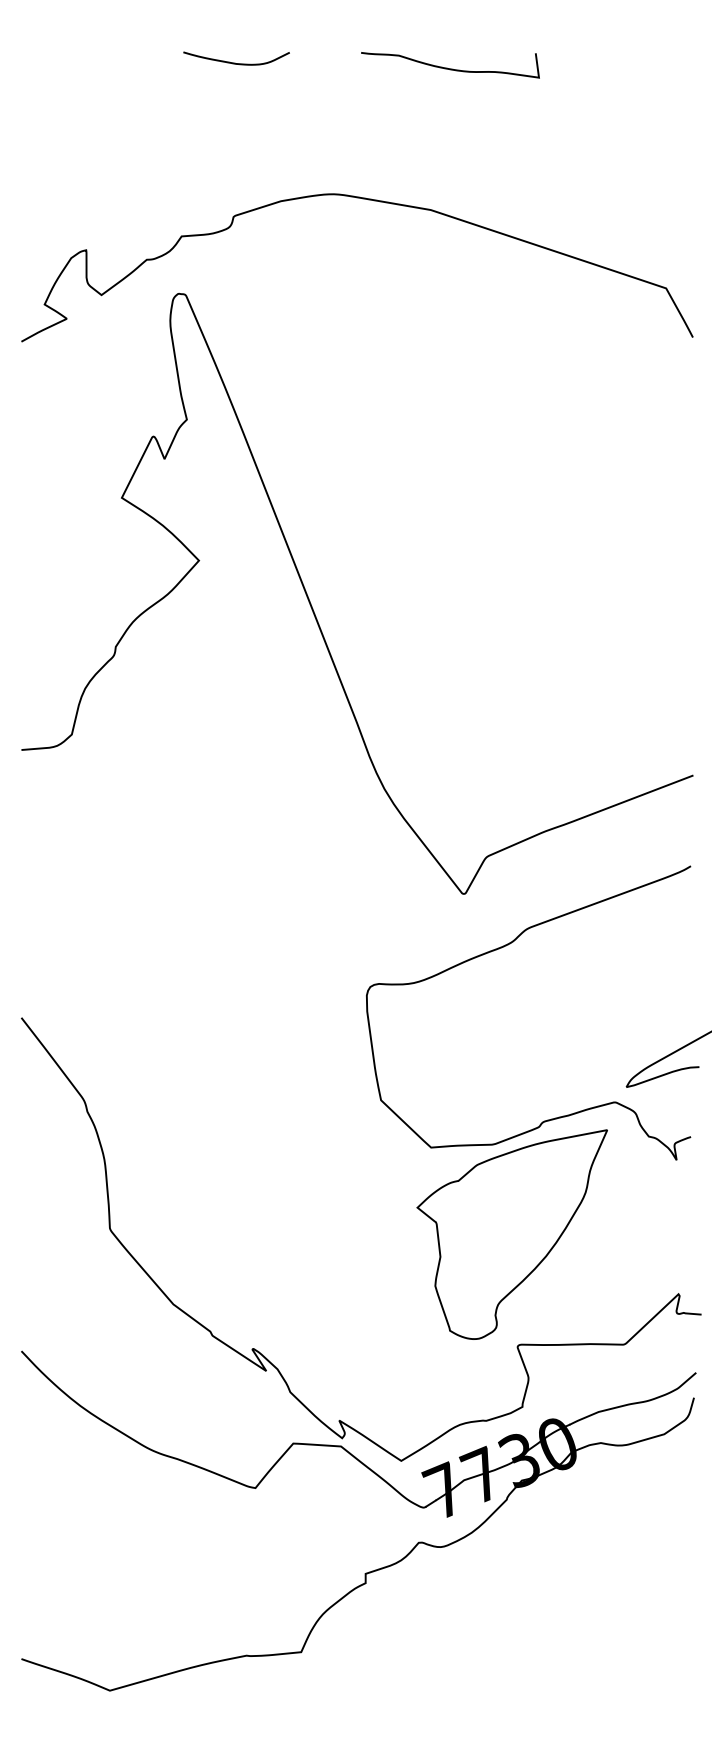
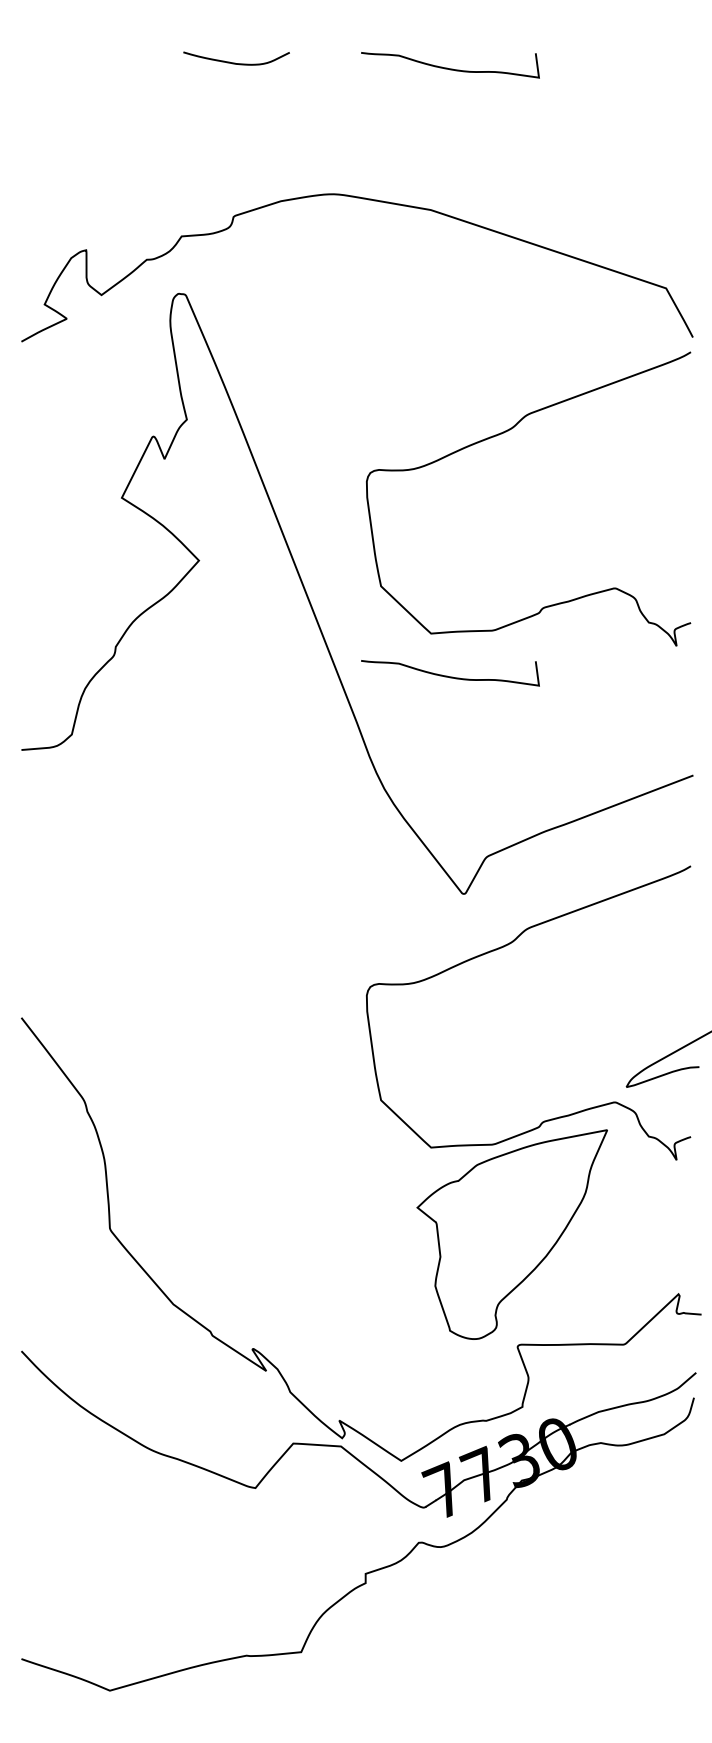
curve at (504, 433): none -> present
curve at (450, 676): none -> present
